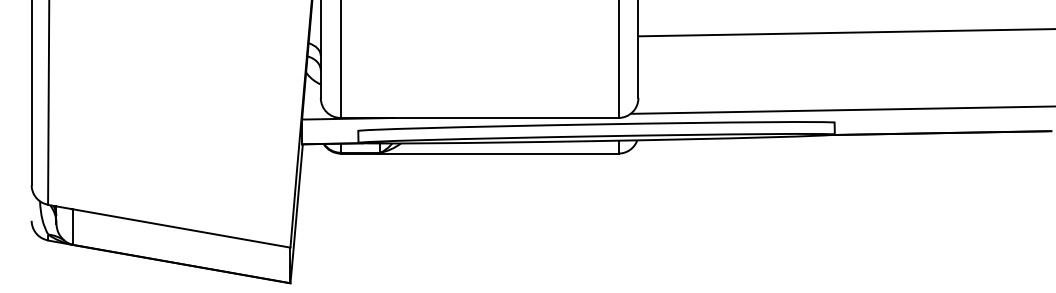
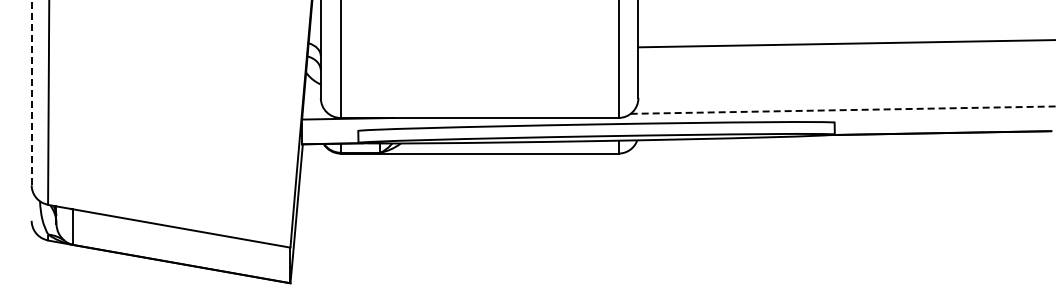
line at (845, 32) position: (845, 32) -> (845, 43)
line at (31, 92): solid -> dashed
line at (843, 110): solid -> dashed
